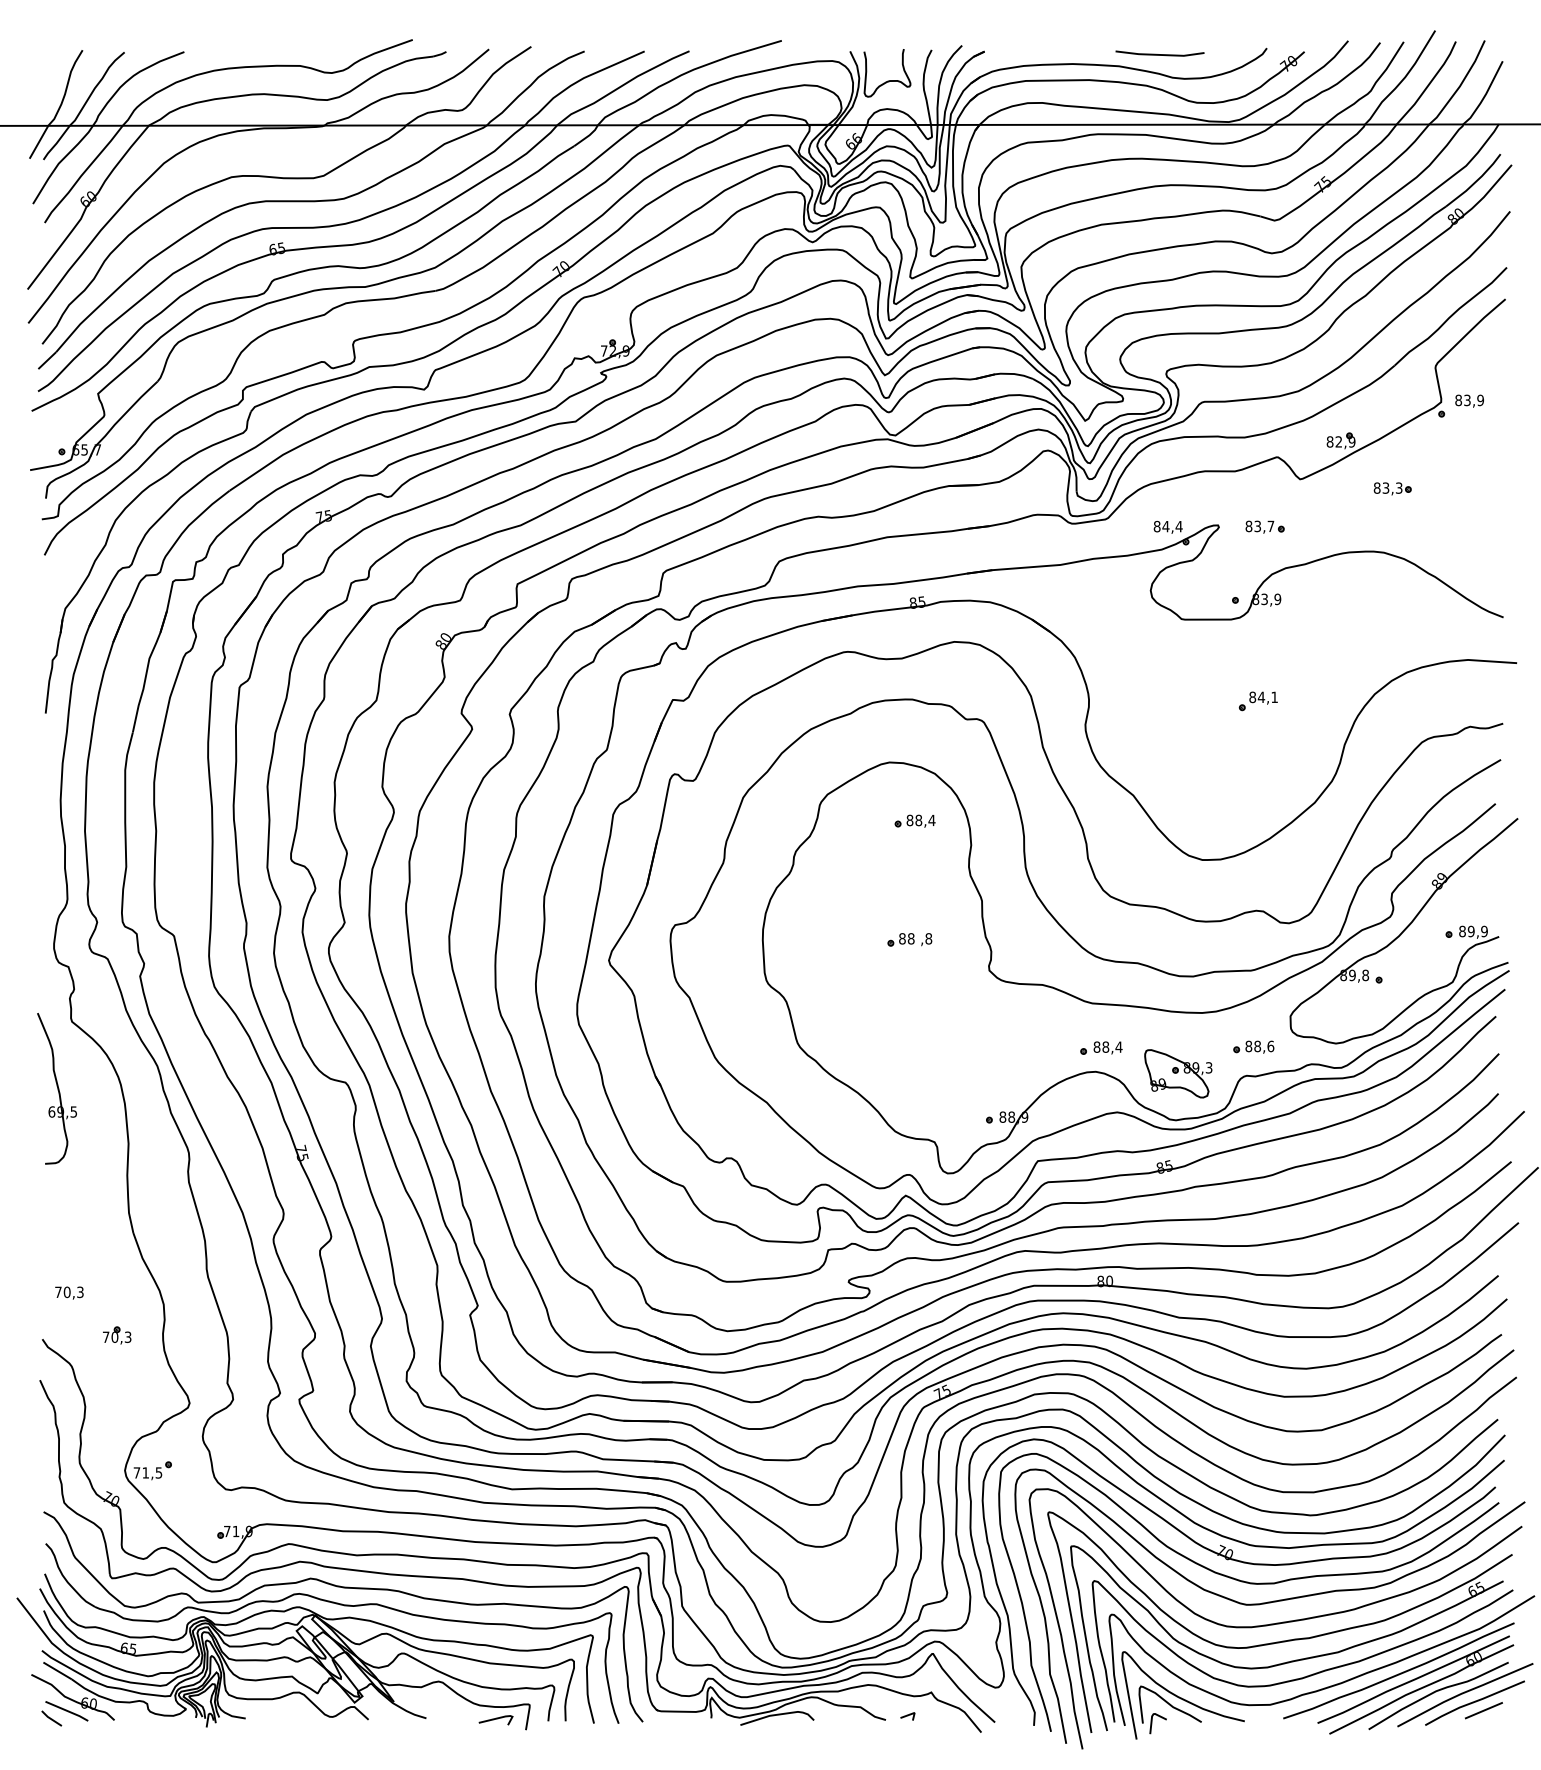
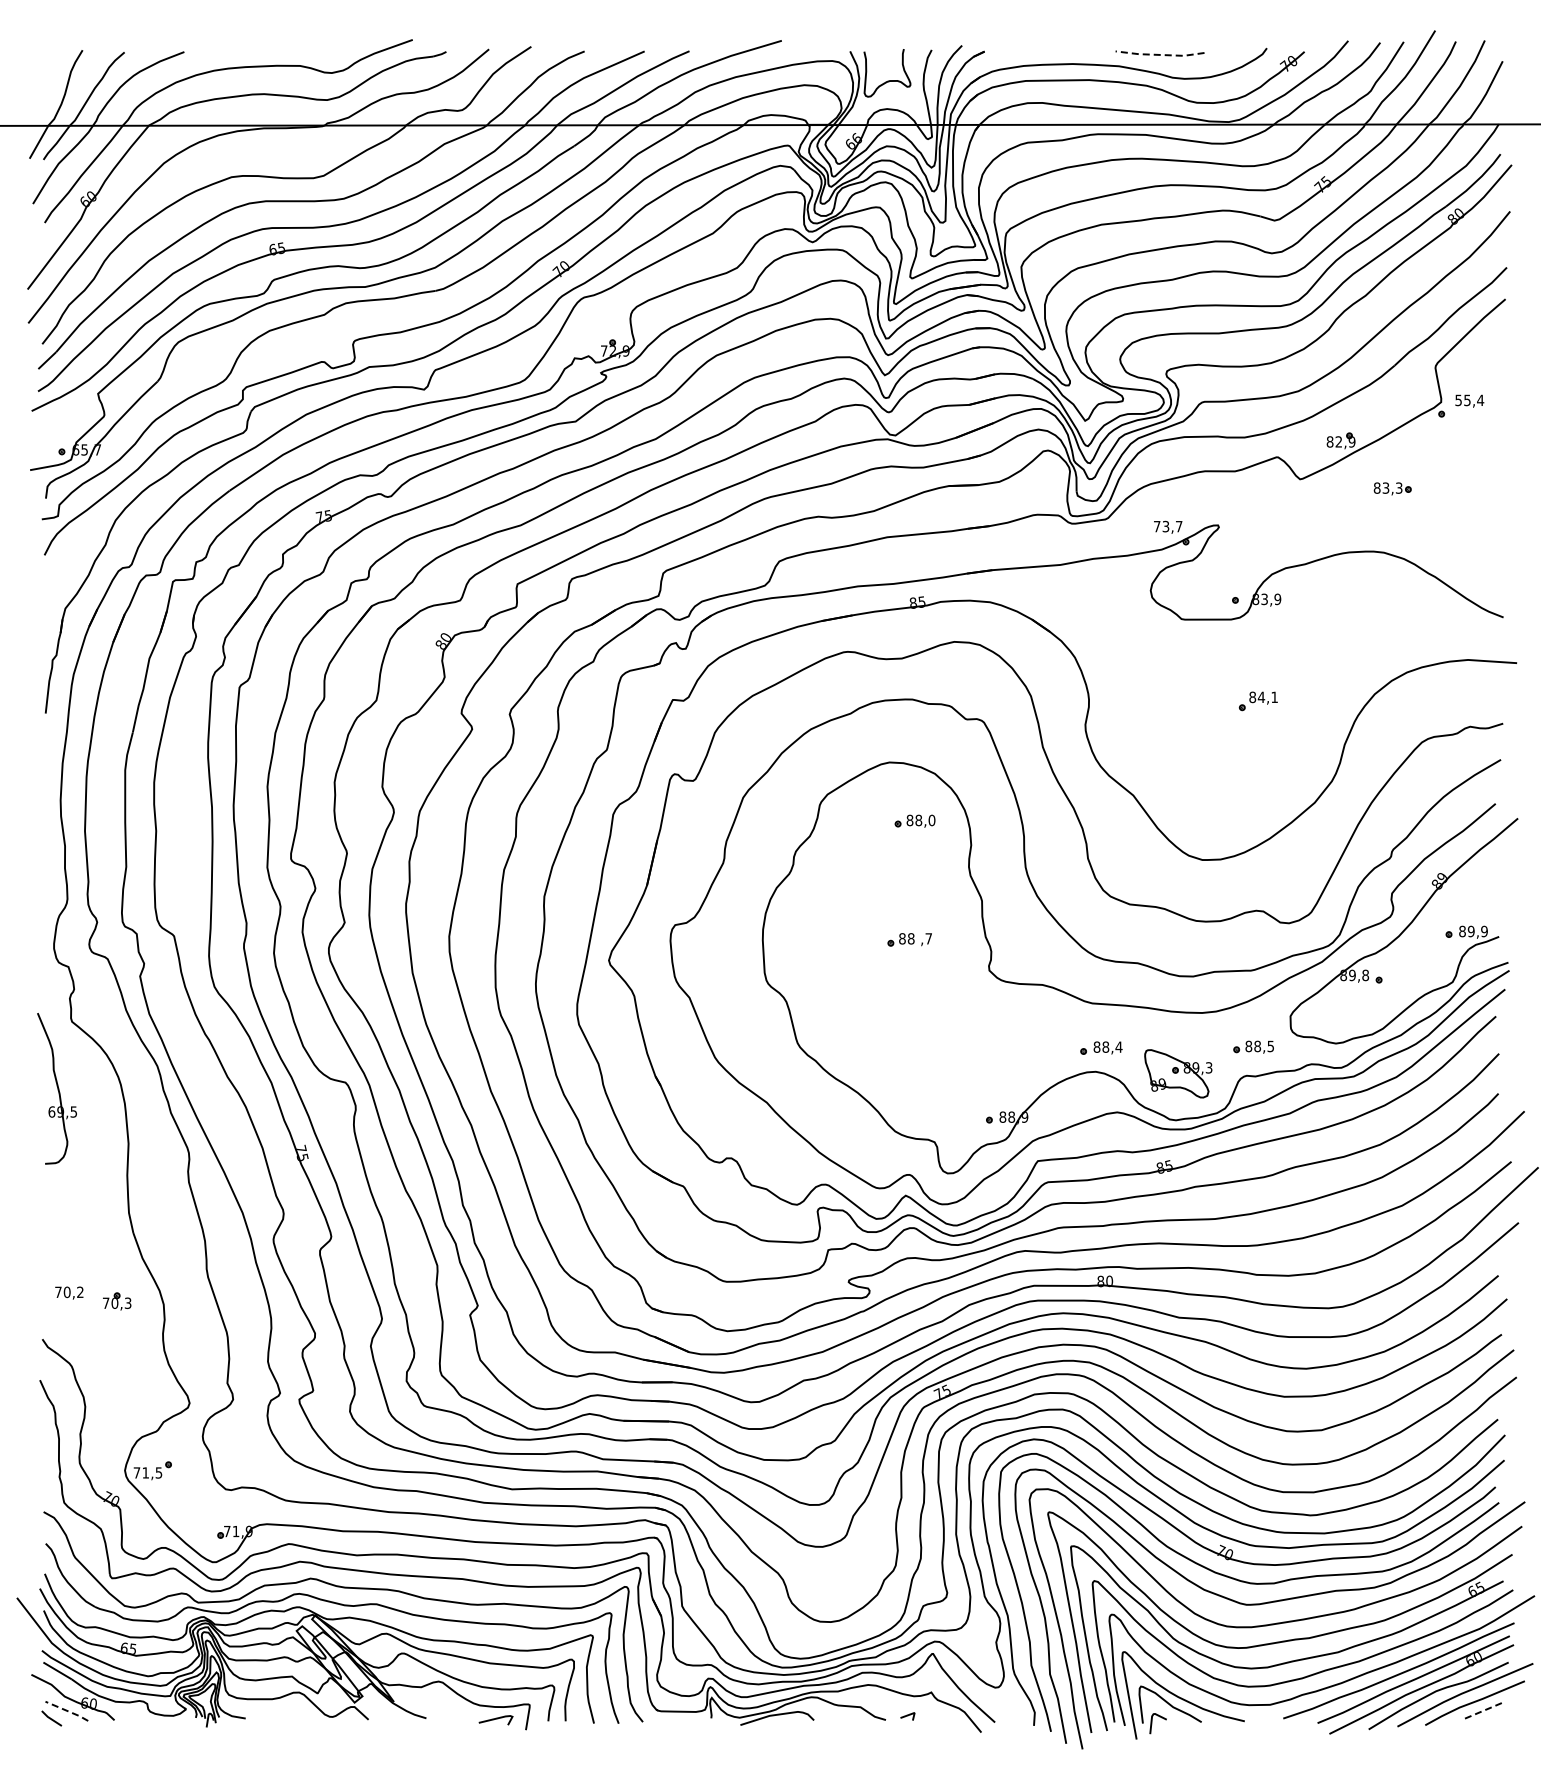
line at (1159, 54): solid -> dashed
text at (1469, 400): 83,9 -> 55,4
text at (1167, 526): 84,4 -> 73,7
part at (1264, 526): present -> none
text at (931, 820): 88,4 -> 88,0
text at (928, 938): ,8 -> ,7
text at (1270, 1046): 88,6 -> 88,5
text at (80, 1292): 70,3 -> 70,2
part at (117, 1335) position: (117, 1335) -> (117, 1301)
line at (67, 1710): solid -> dashed
line at (1483, 1710): solid -> dashed
